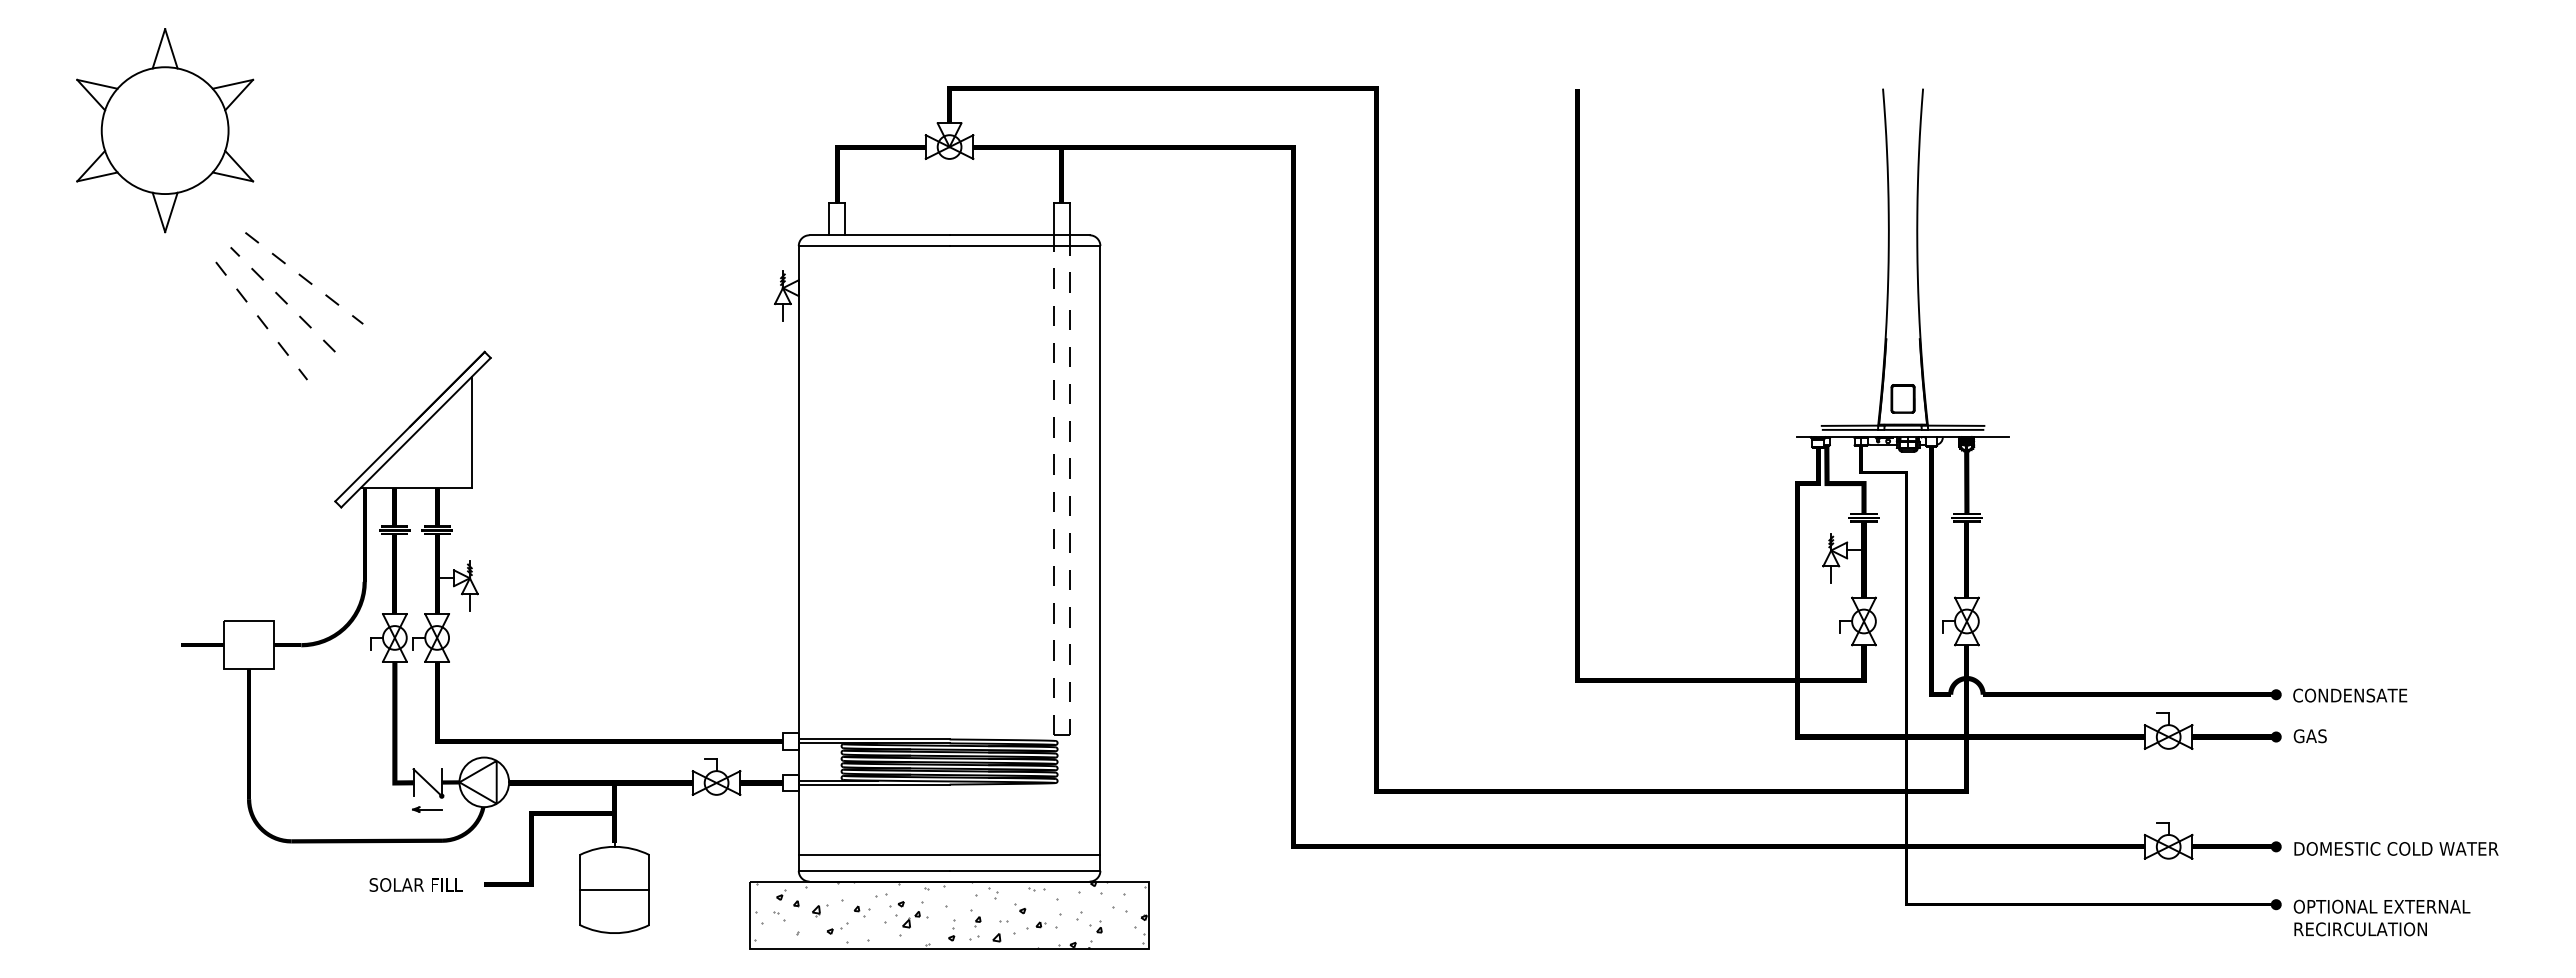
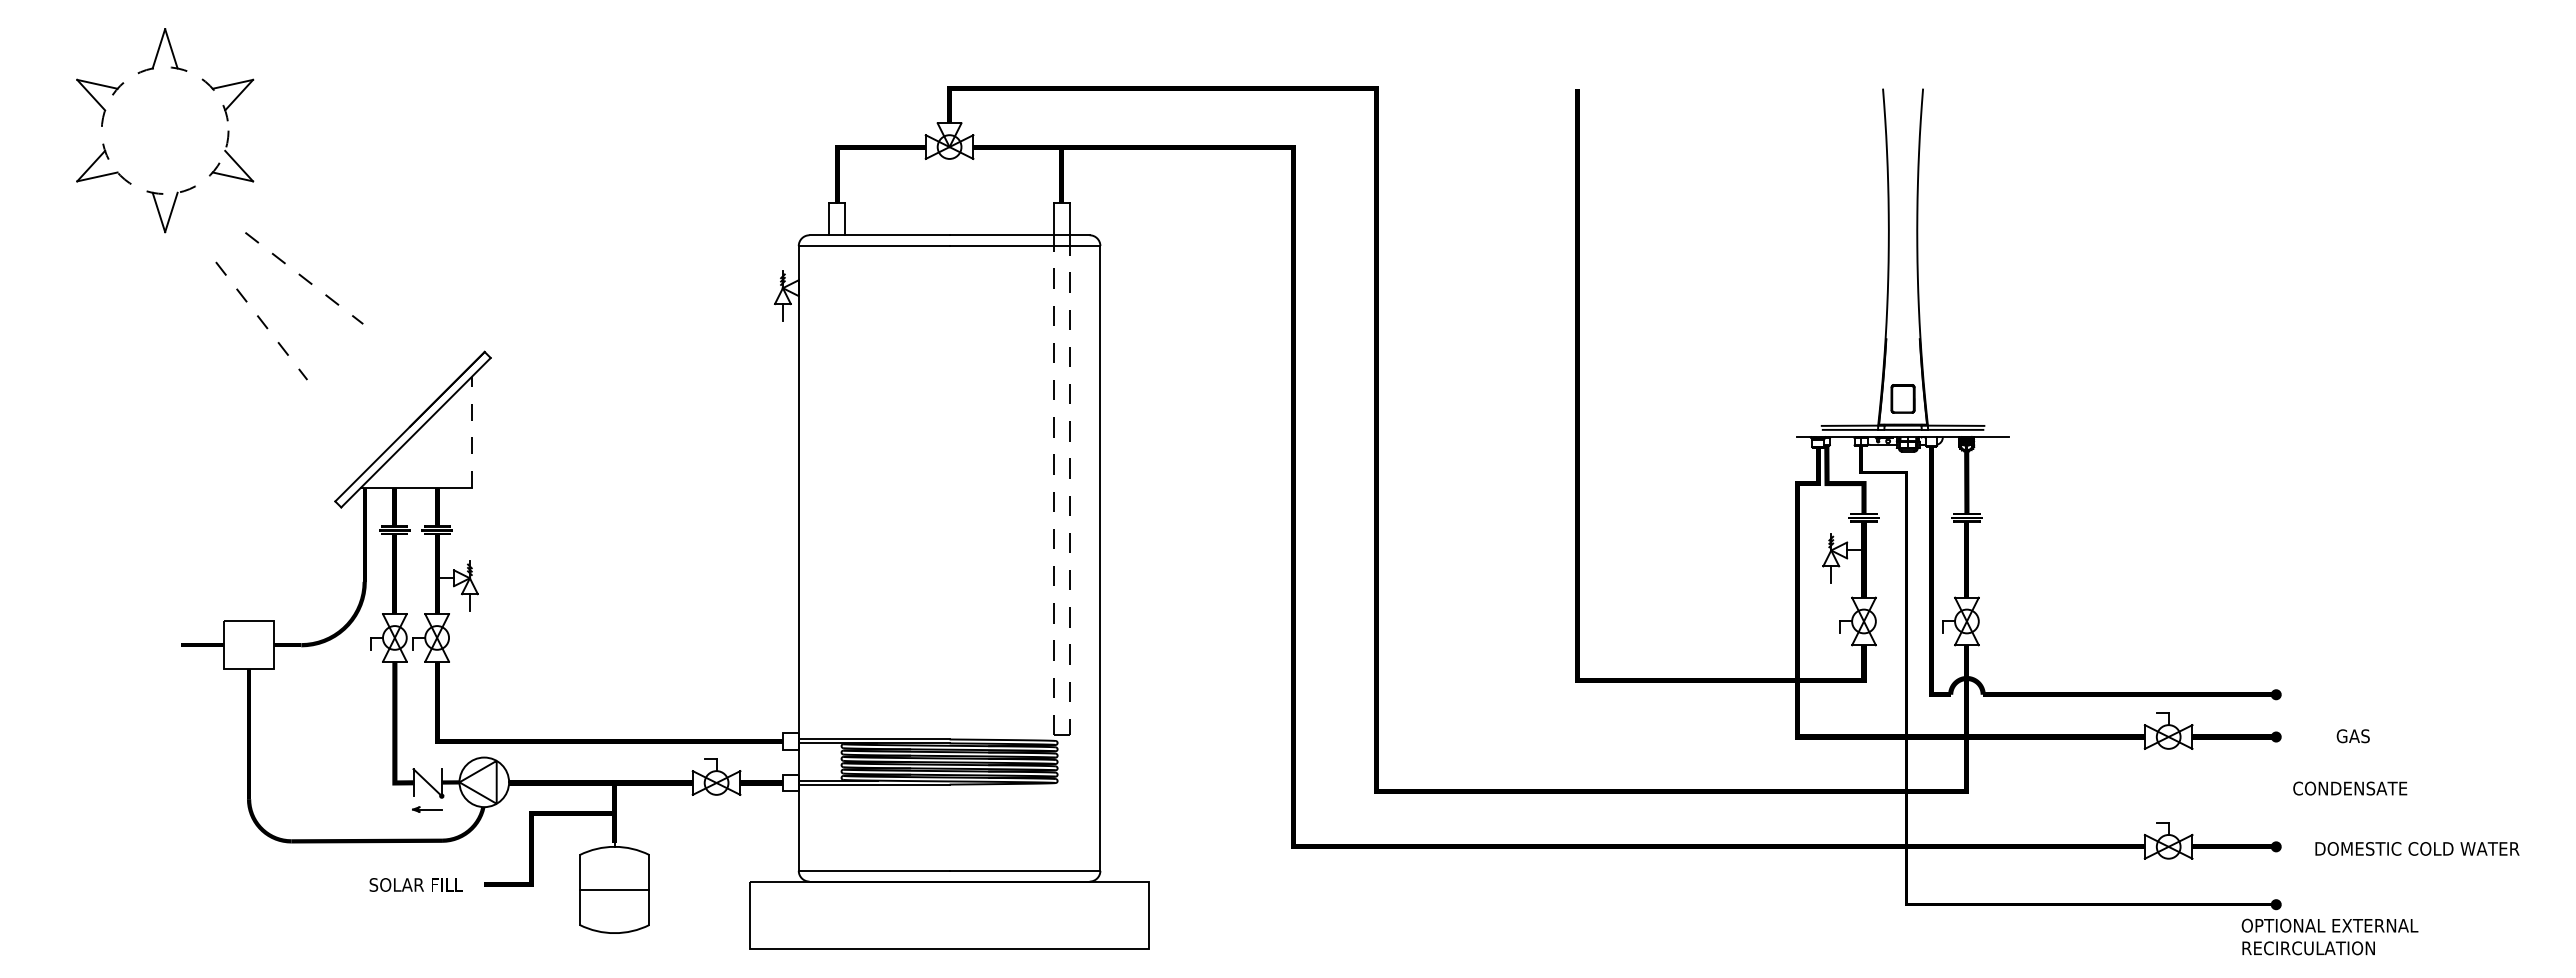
circle at (164, 130): solid -> dashed
line at (282, 299): present -> none
line at (471, 432): solid -> dashed
text at (2350, 695) position: (2350, 695) -> (2350, 788)
text at (2309, 736) position: (2309, 736) -> (2352, 736)
text at (2396, 848) position: (2396, 848) -> (2417, 848)
line at (949, 854): present -> none
hatch at (950, 914): present -> none
text at (2381, 917) position: (2381, 917) -> (2329, 936)
